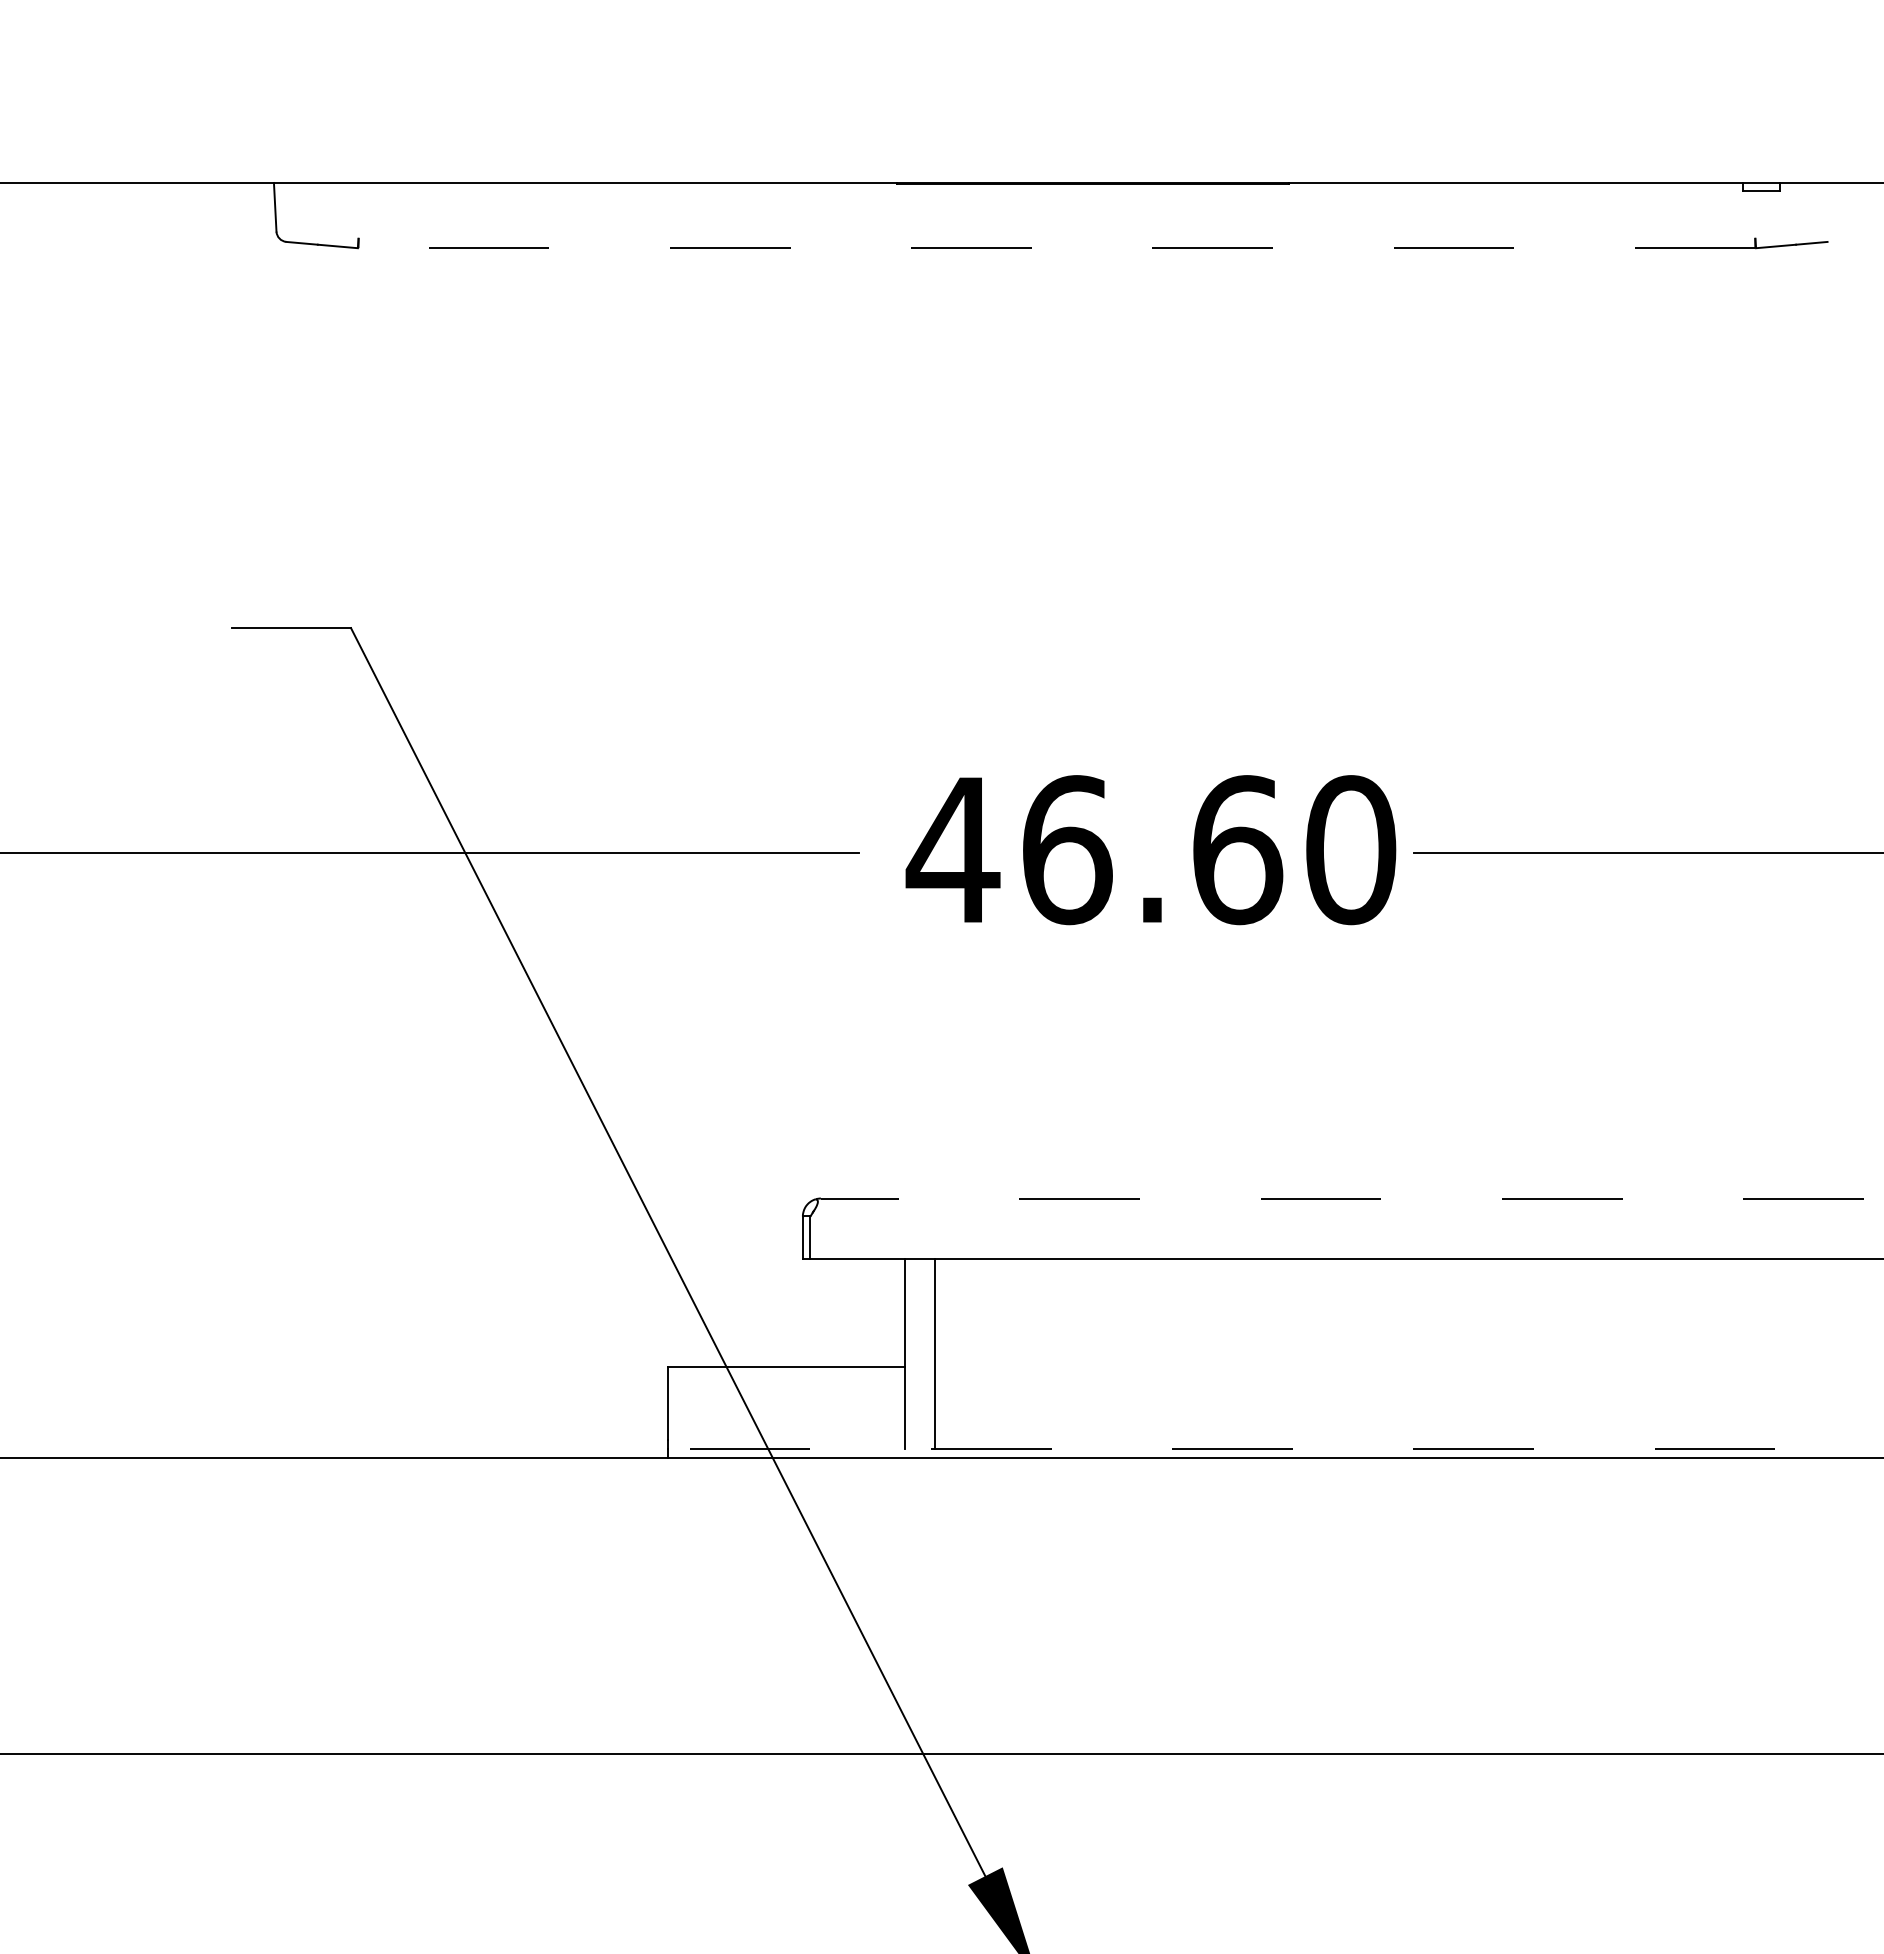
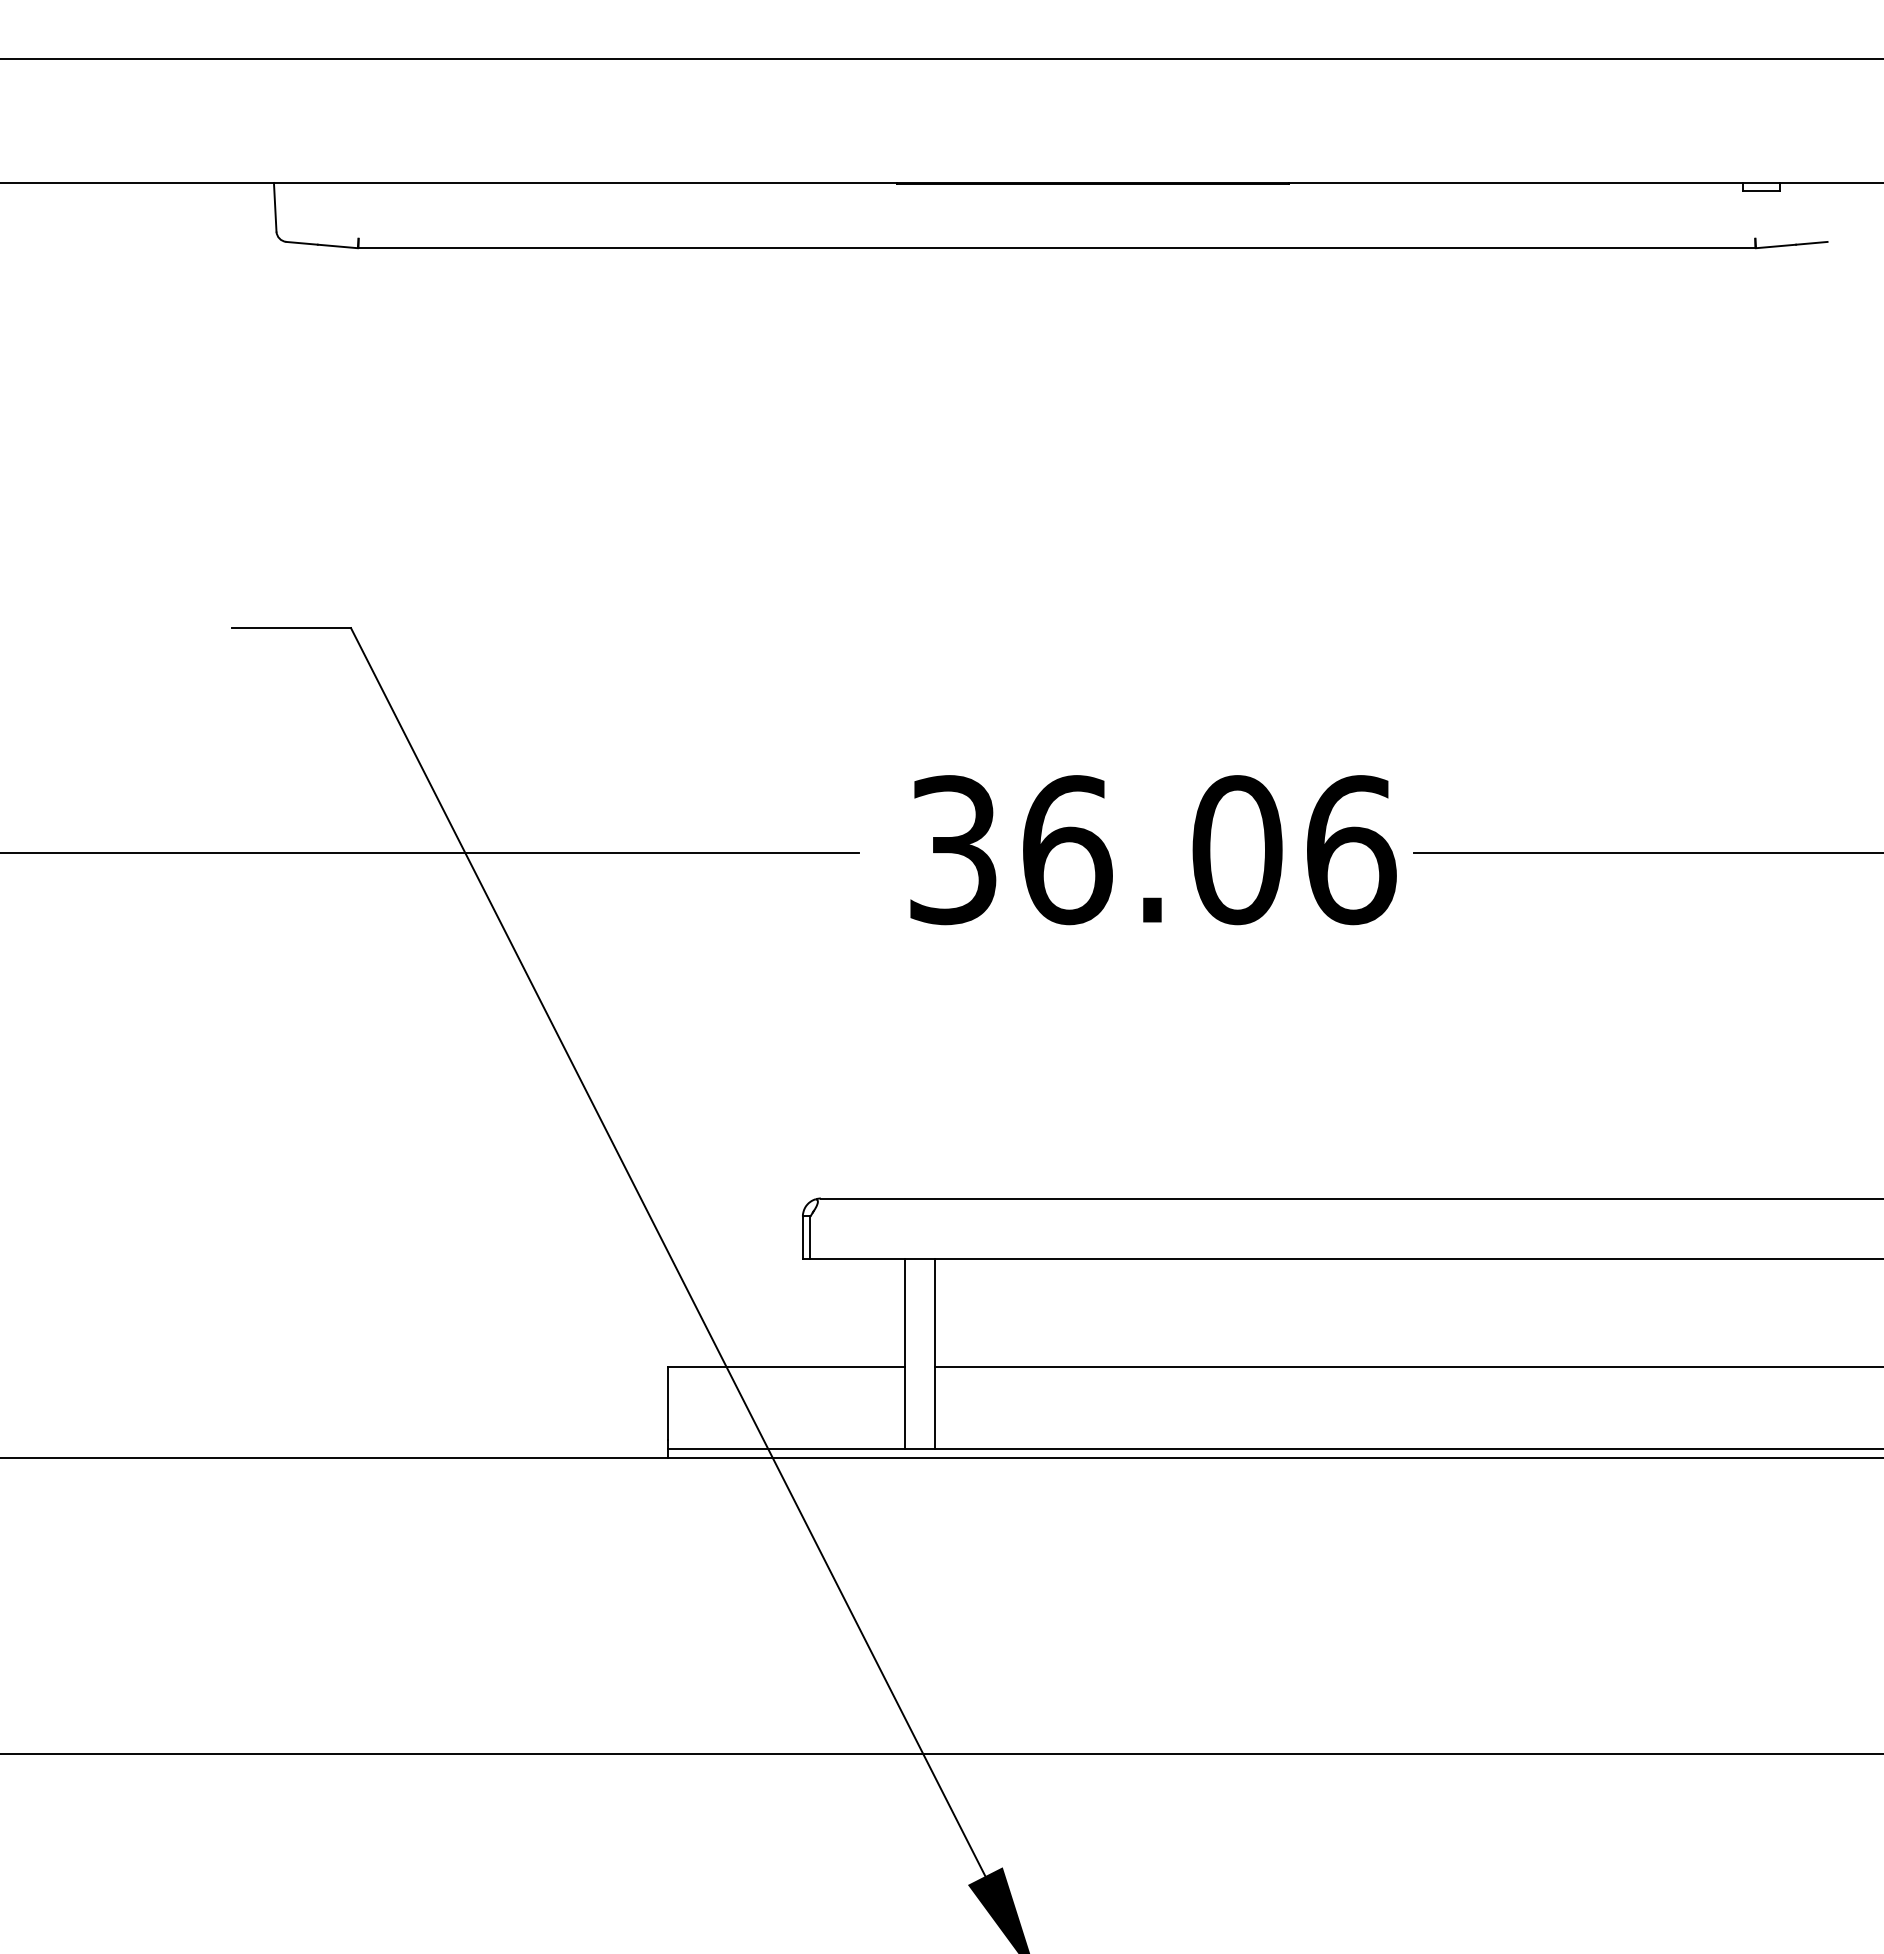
line at (941, 58): none -> present
line at (1056, 248): dashed -> solid
text at (1150, 850): 46.60 -> 36.06
line at (1351, 1198): dashed -> solid
line at (1407, 1367): none -> present
line at (1275, 1448): dashed -> solid
